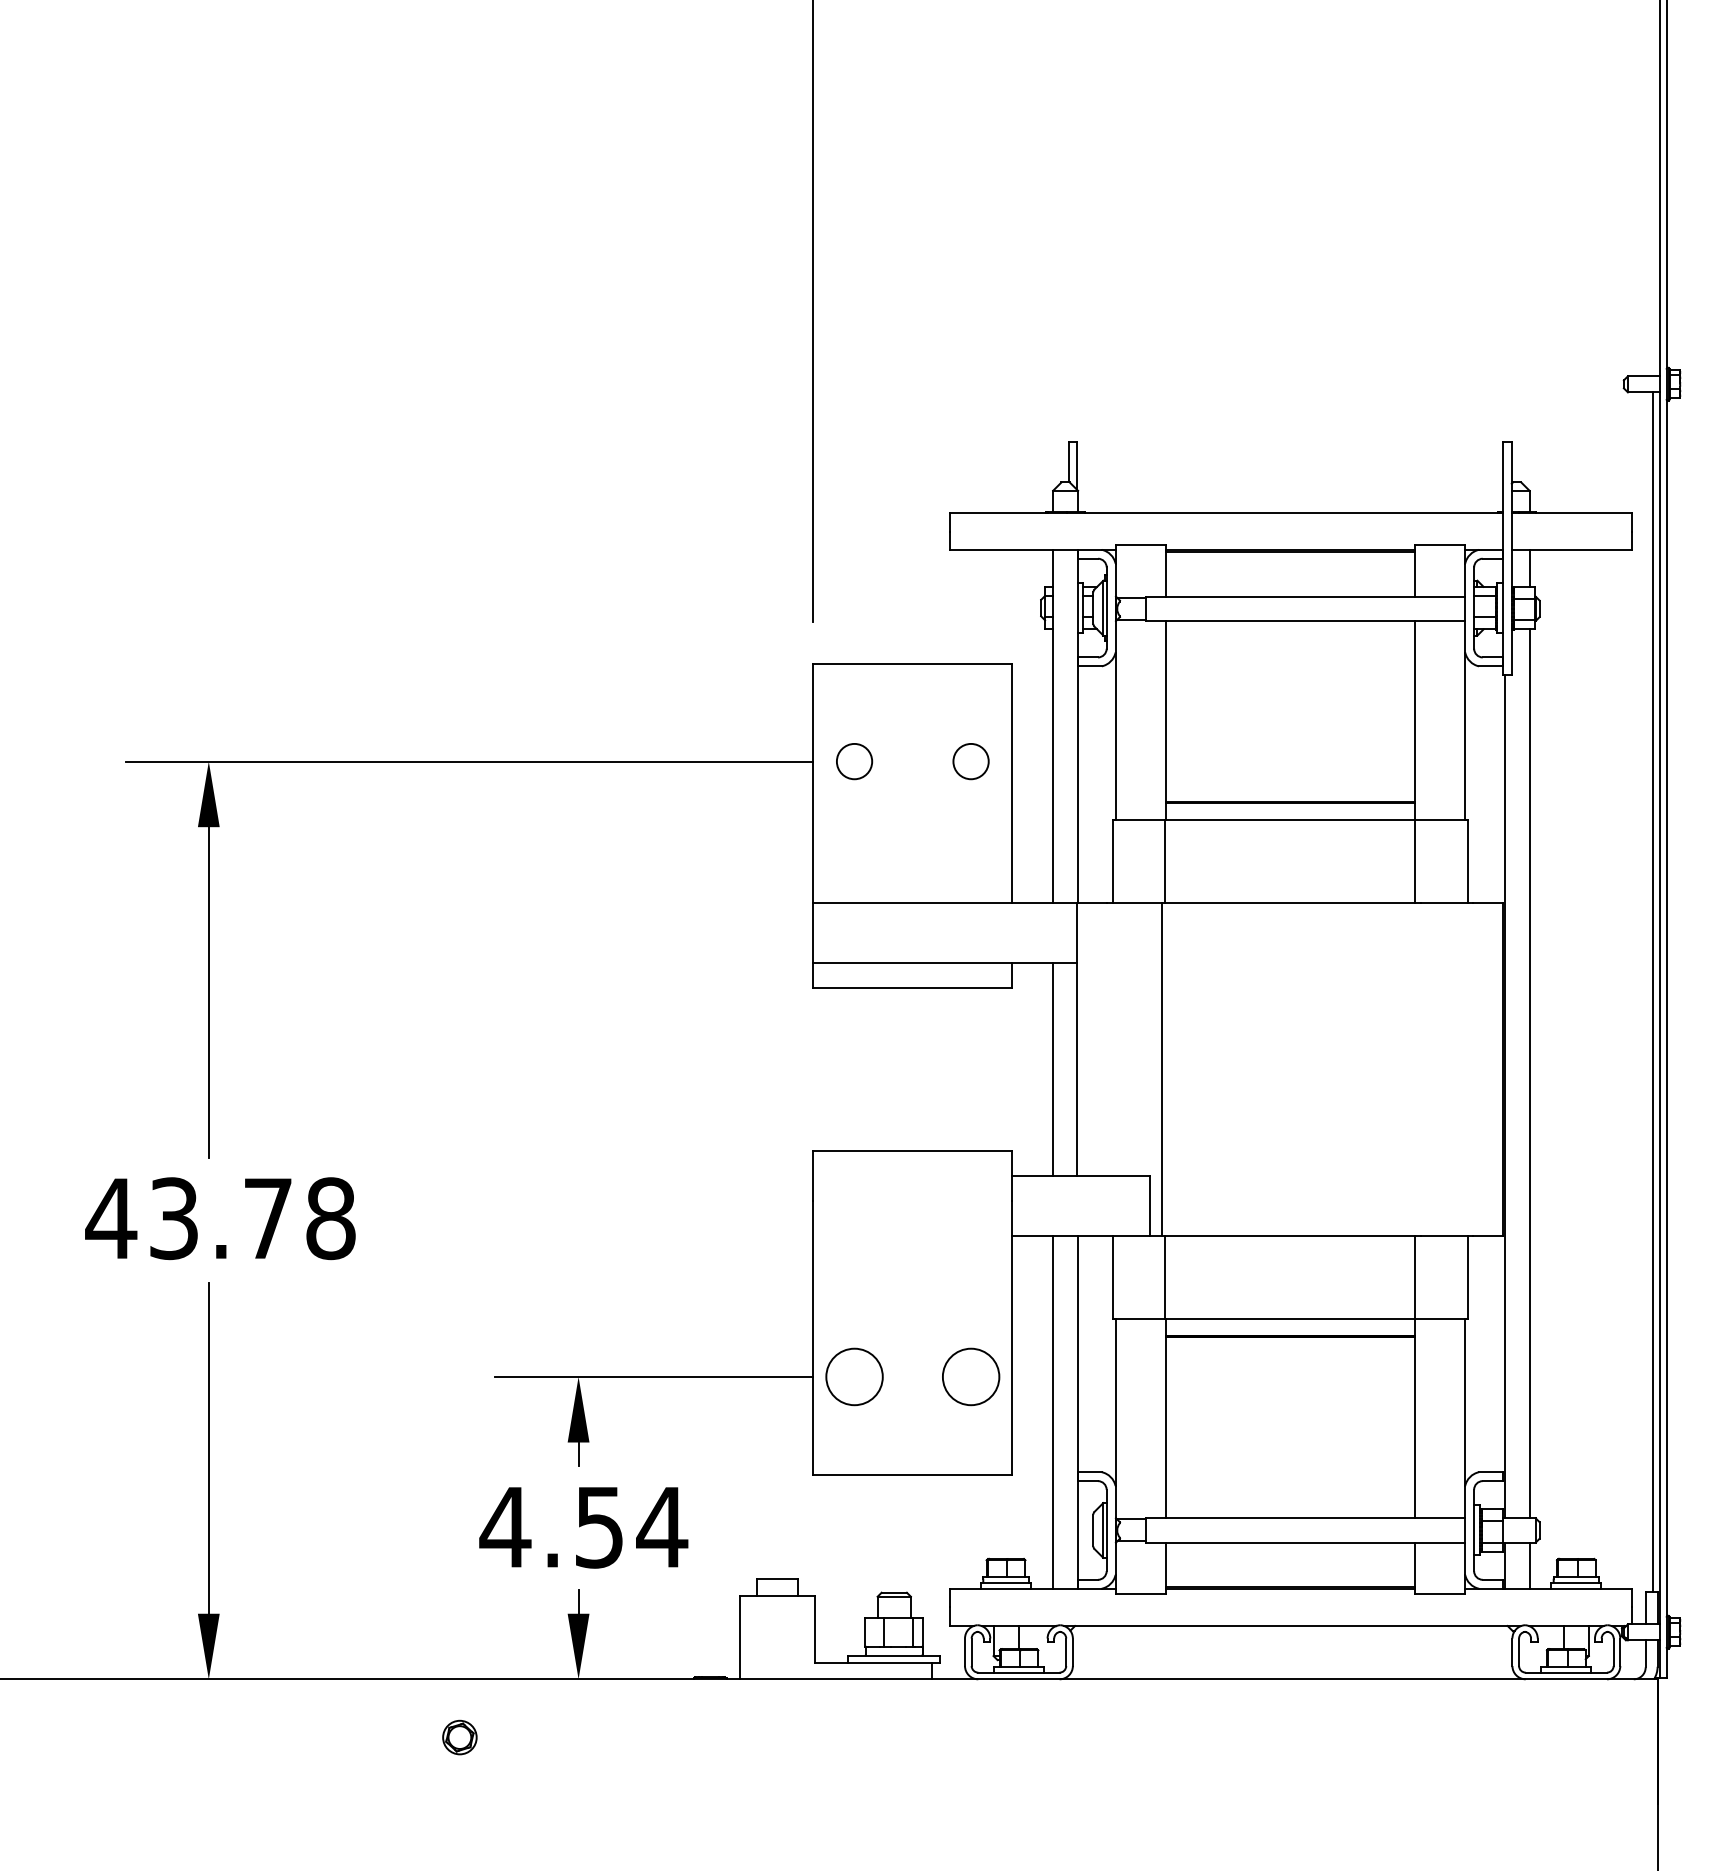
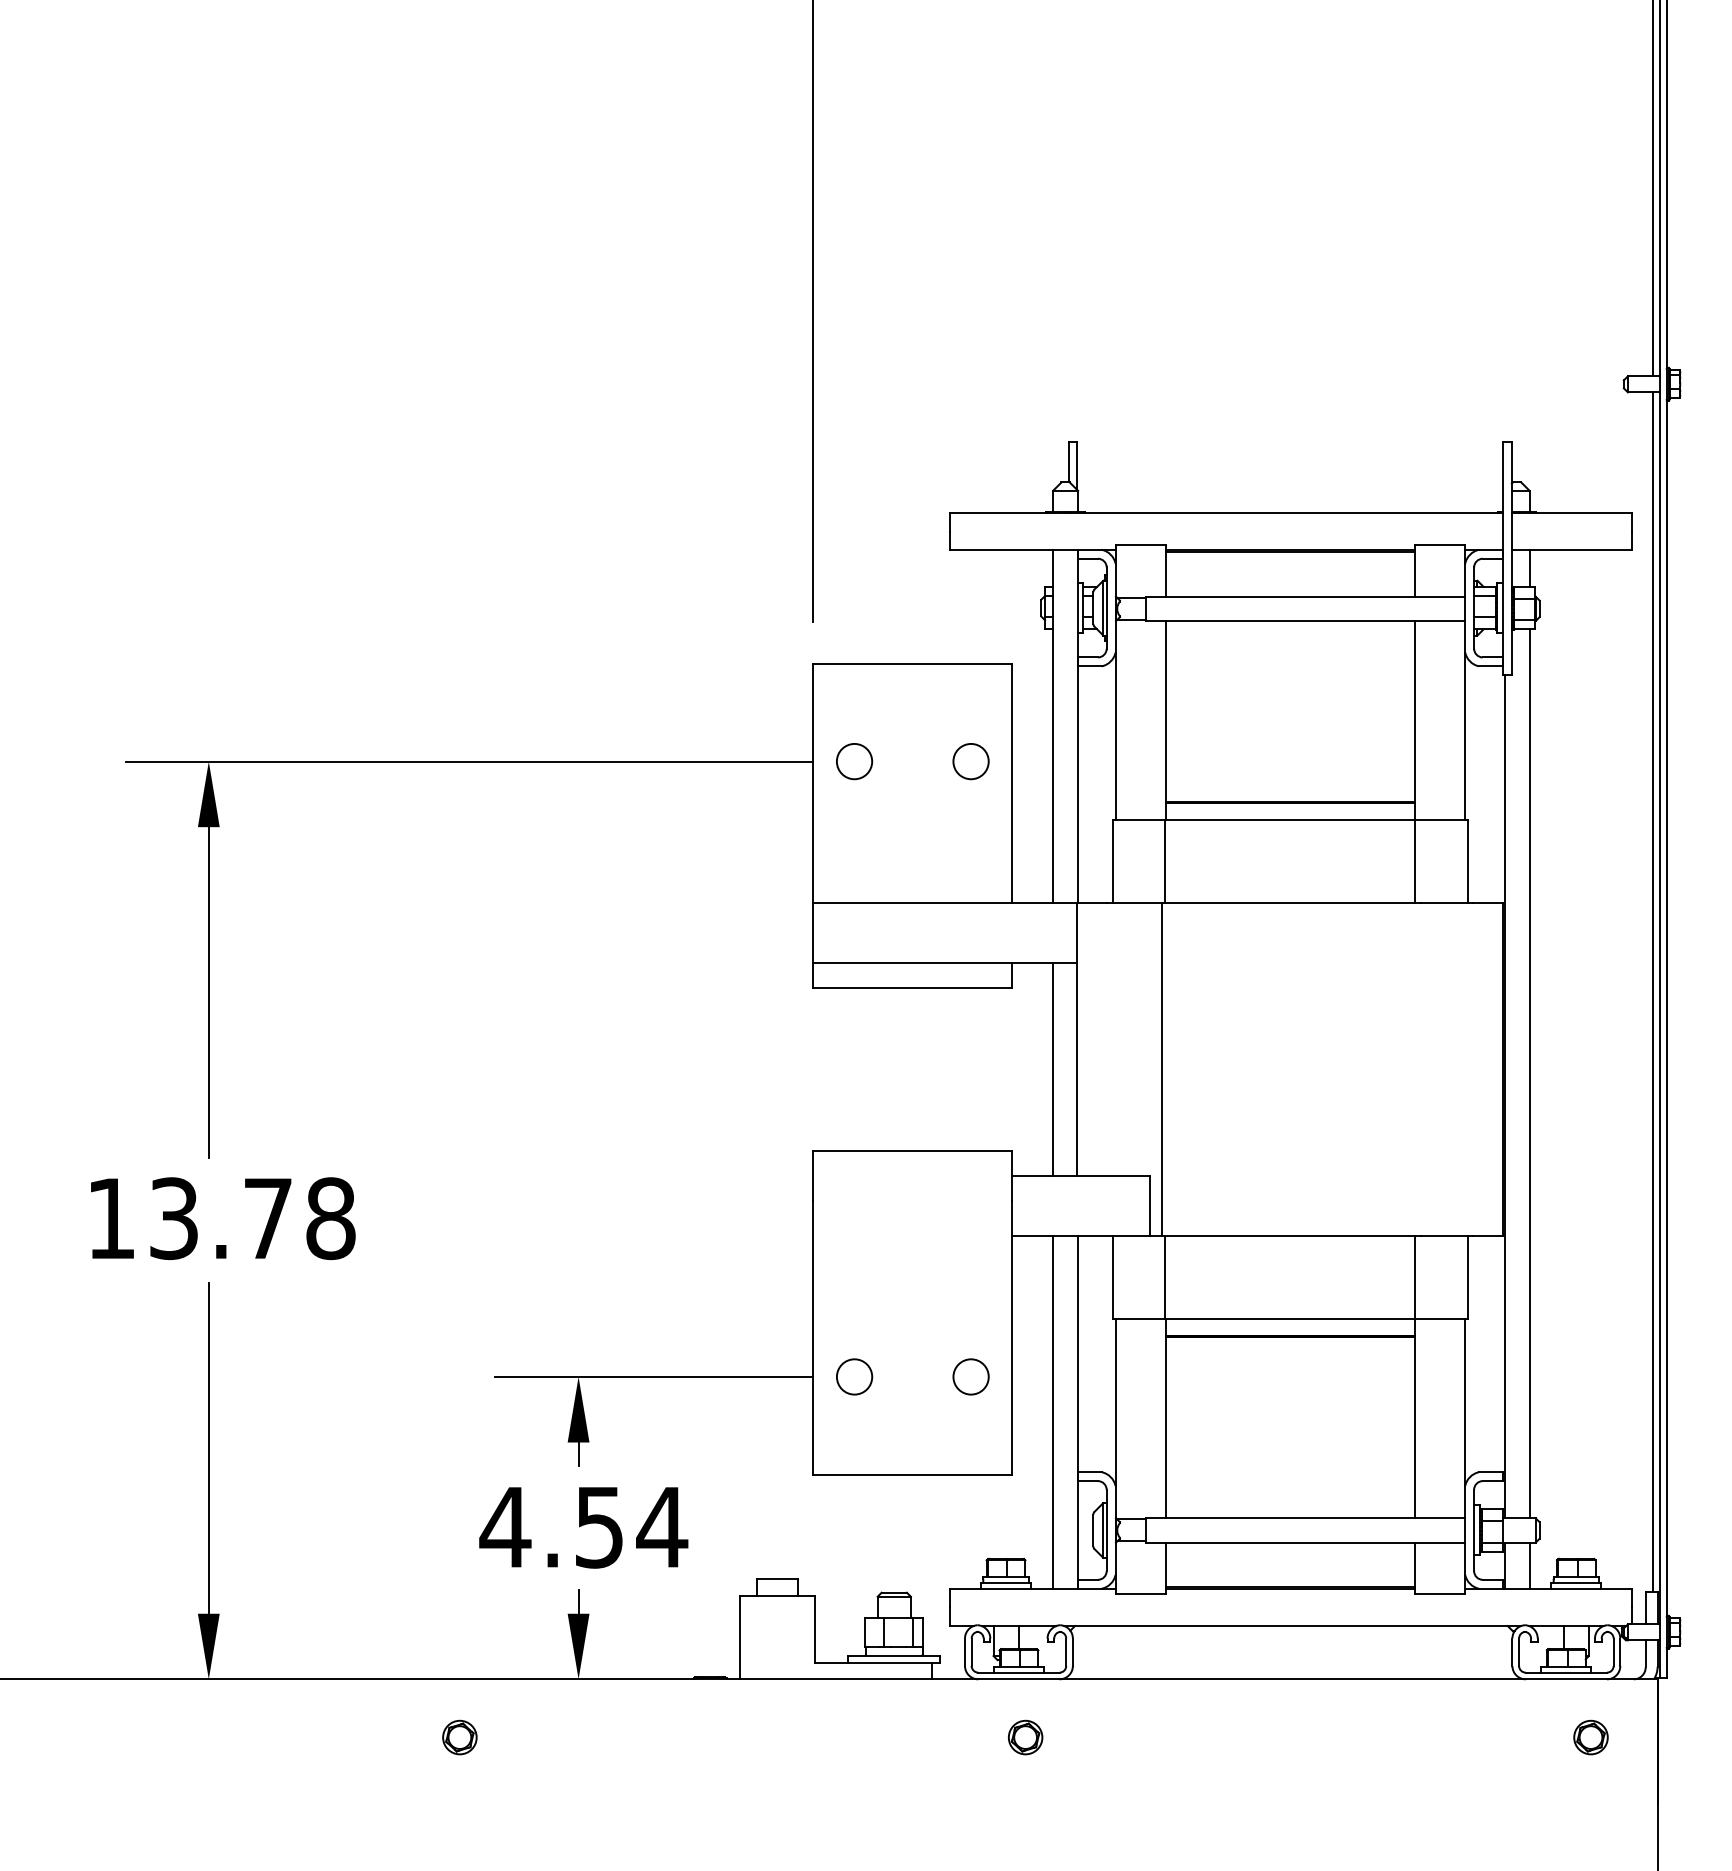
line at (1652, 189): none -> present
text at (111, 1218): 43.78 -> 13.78
circle at (854, 1376) diameter: 56 px -> 35 px
circle at (970, 1376) diameter: 56 px -> 35 px
part at (1025, 1737): none -> present
part at (1590, 1737): none -> present
